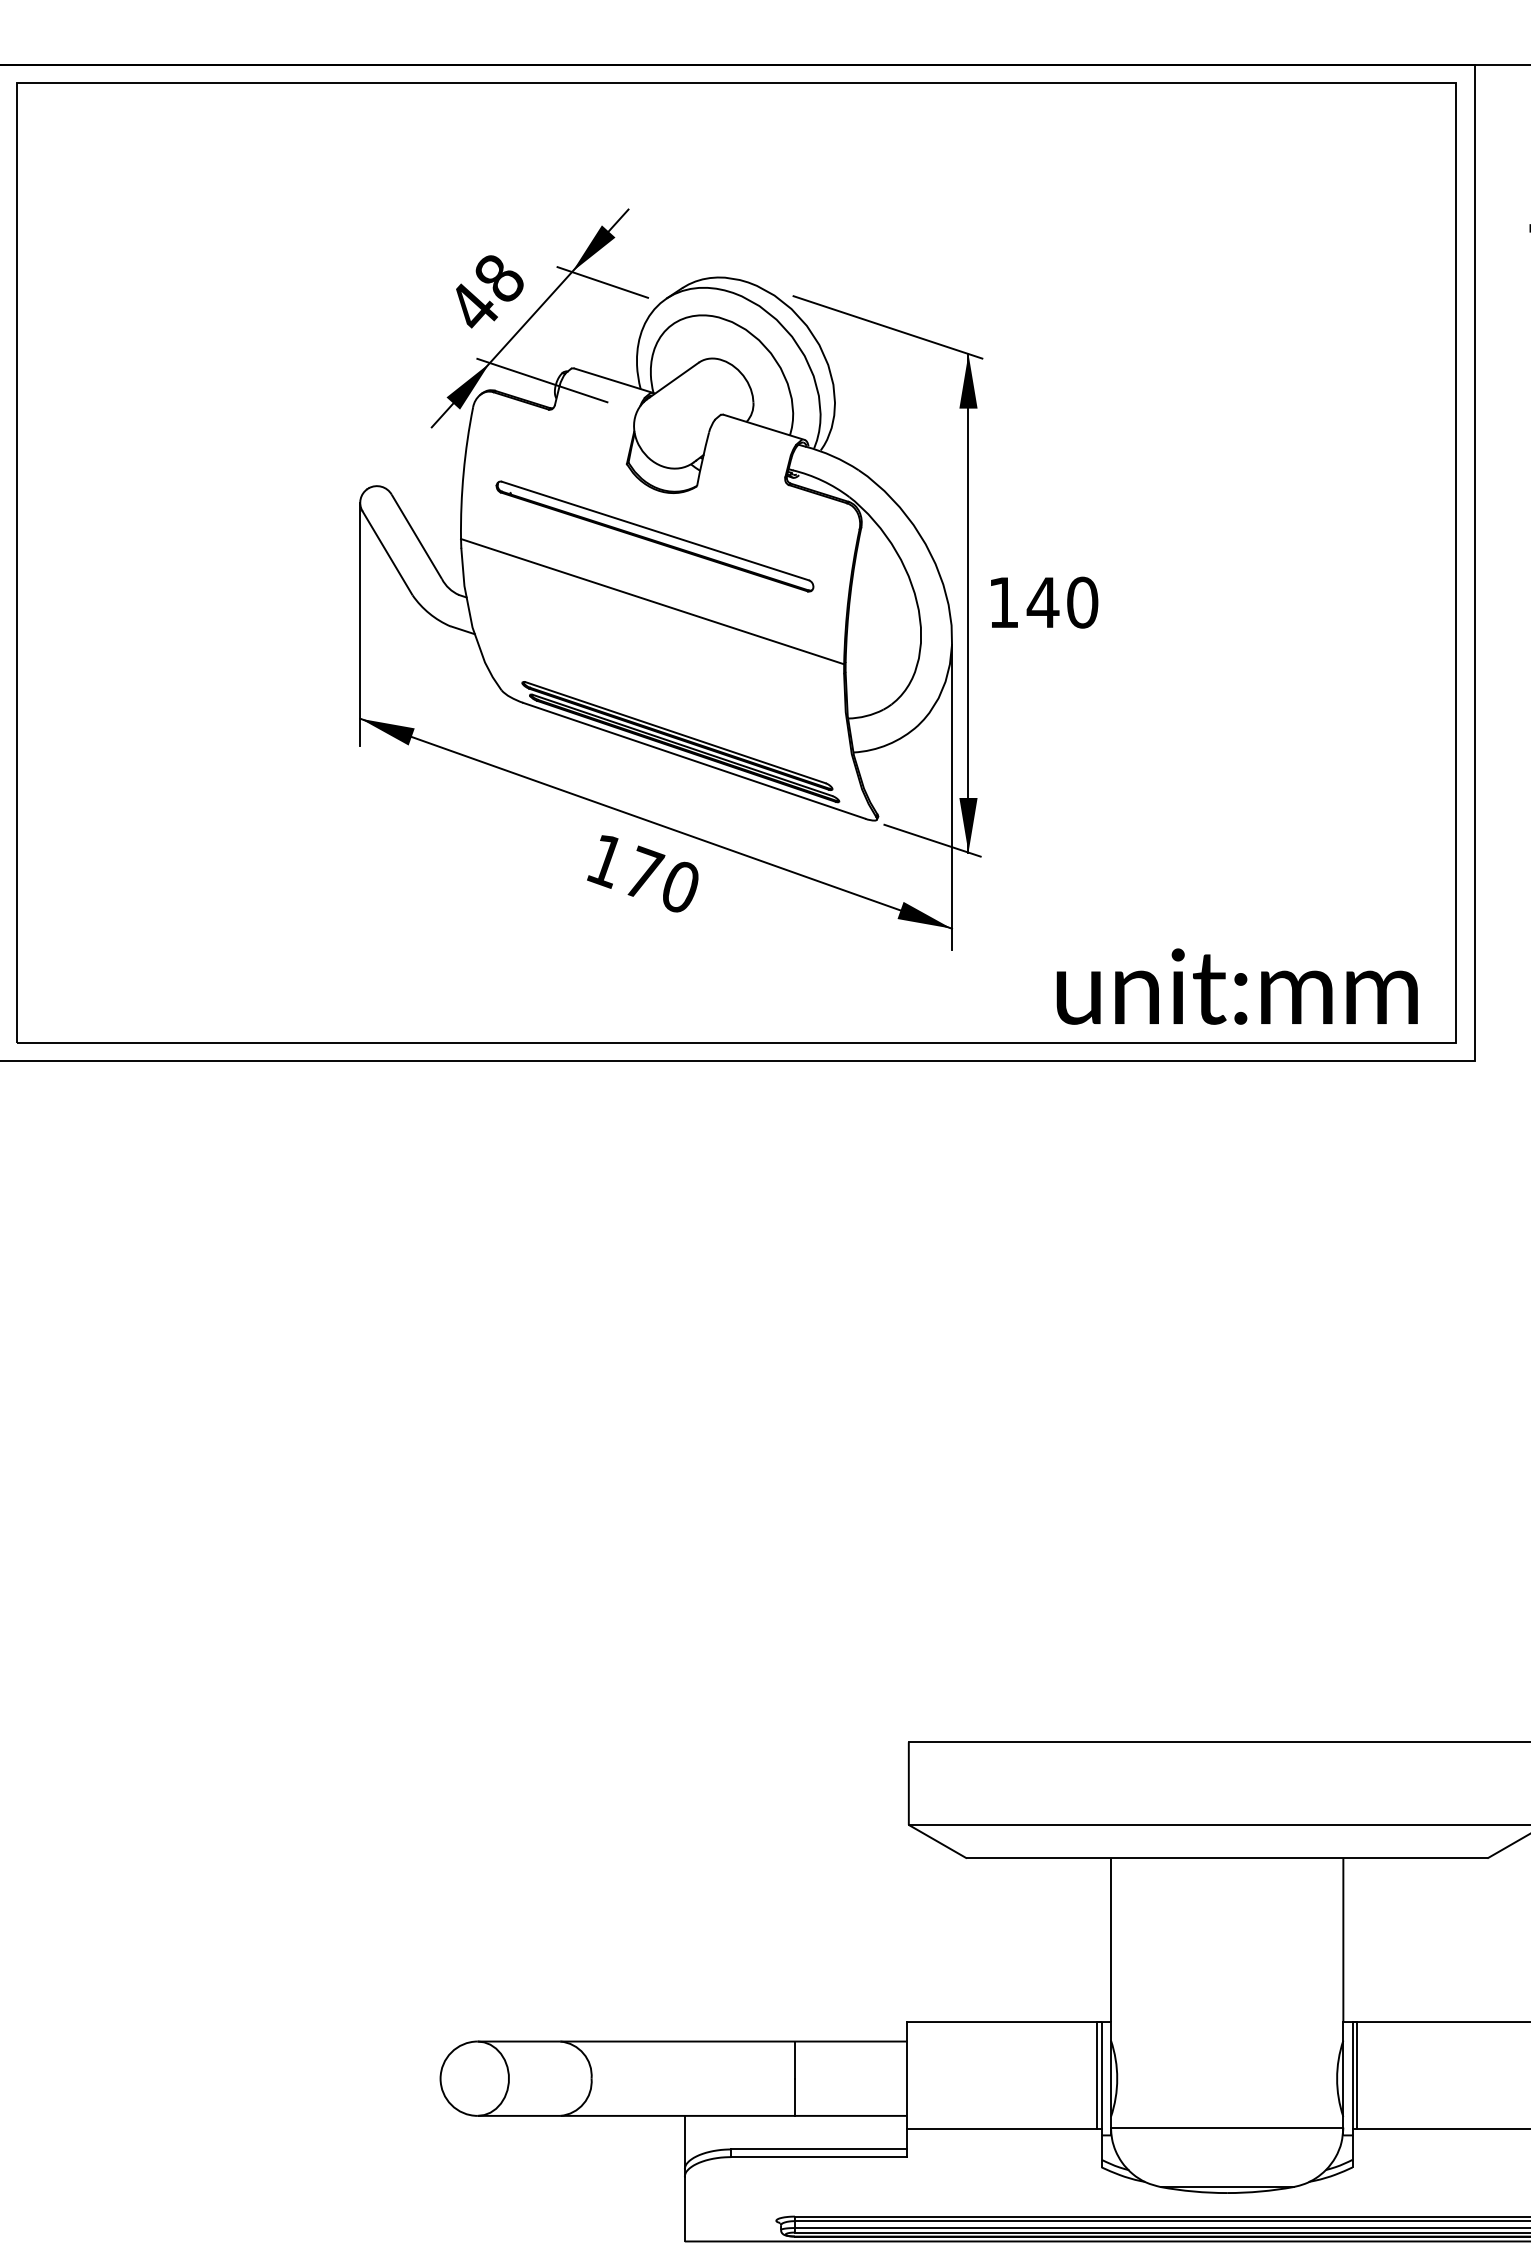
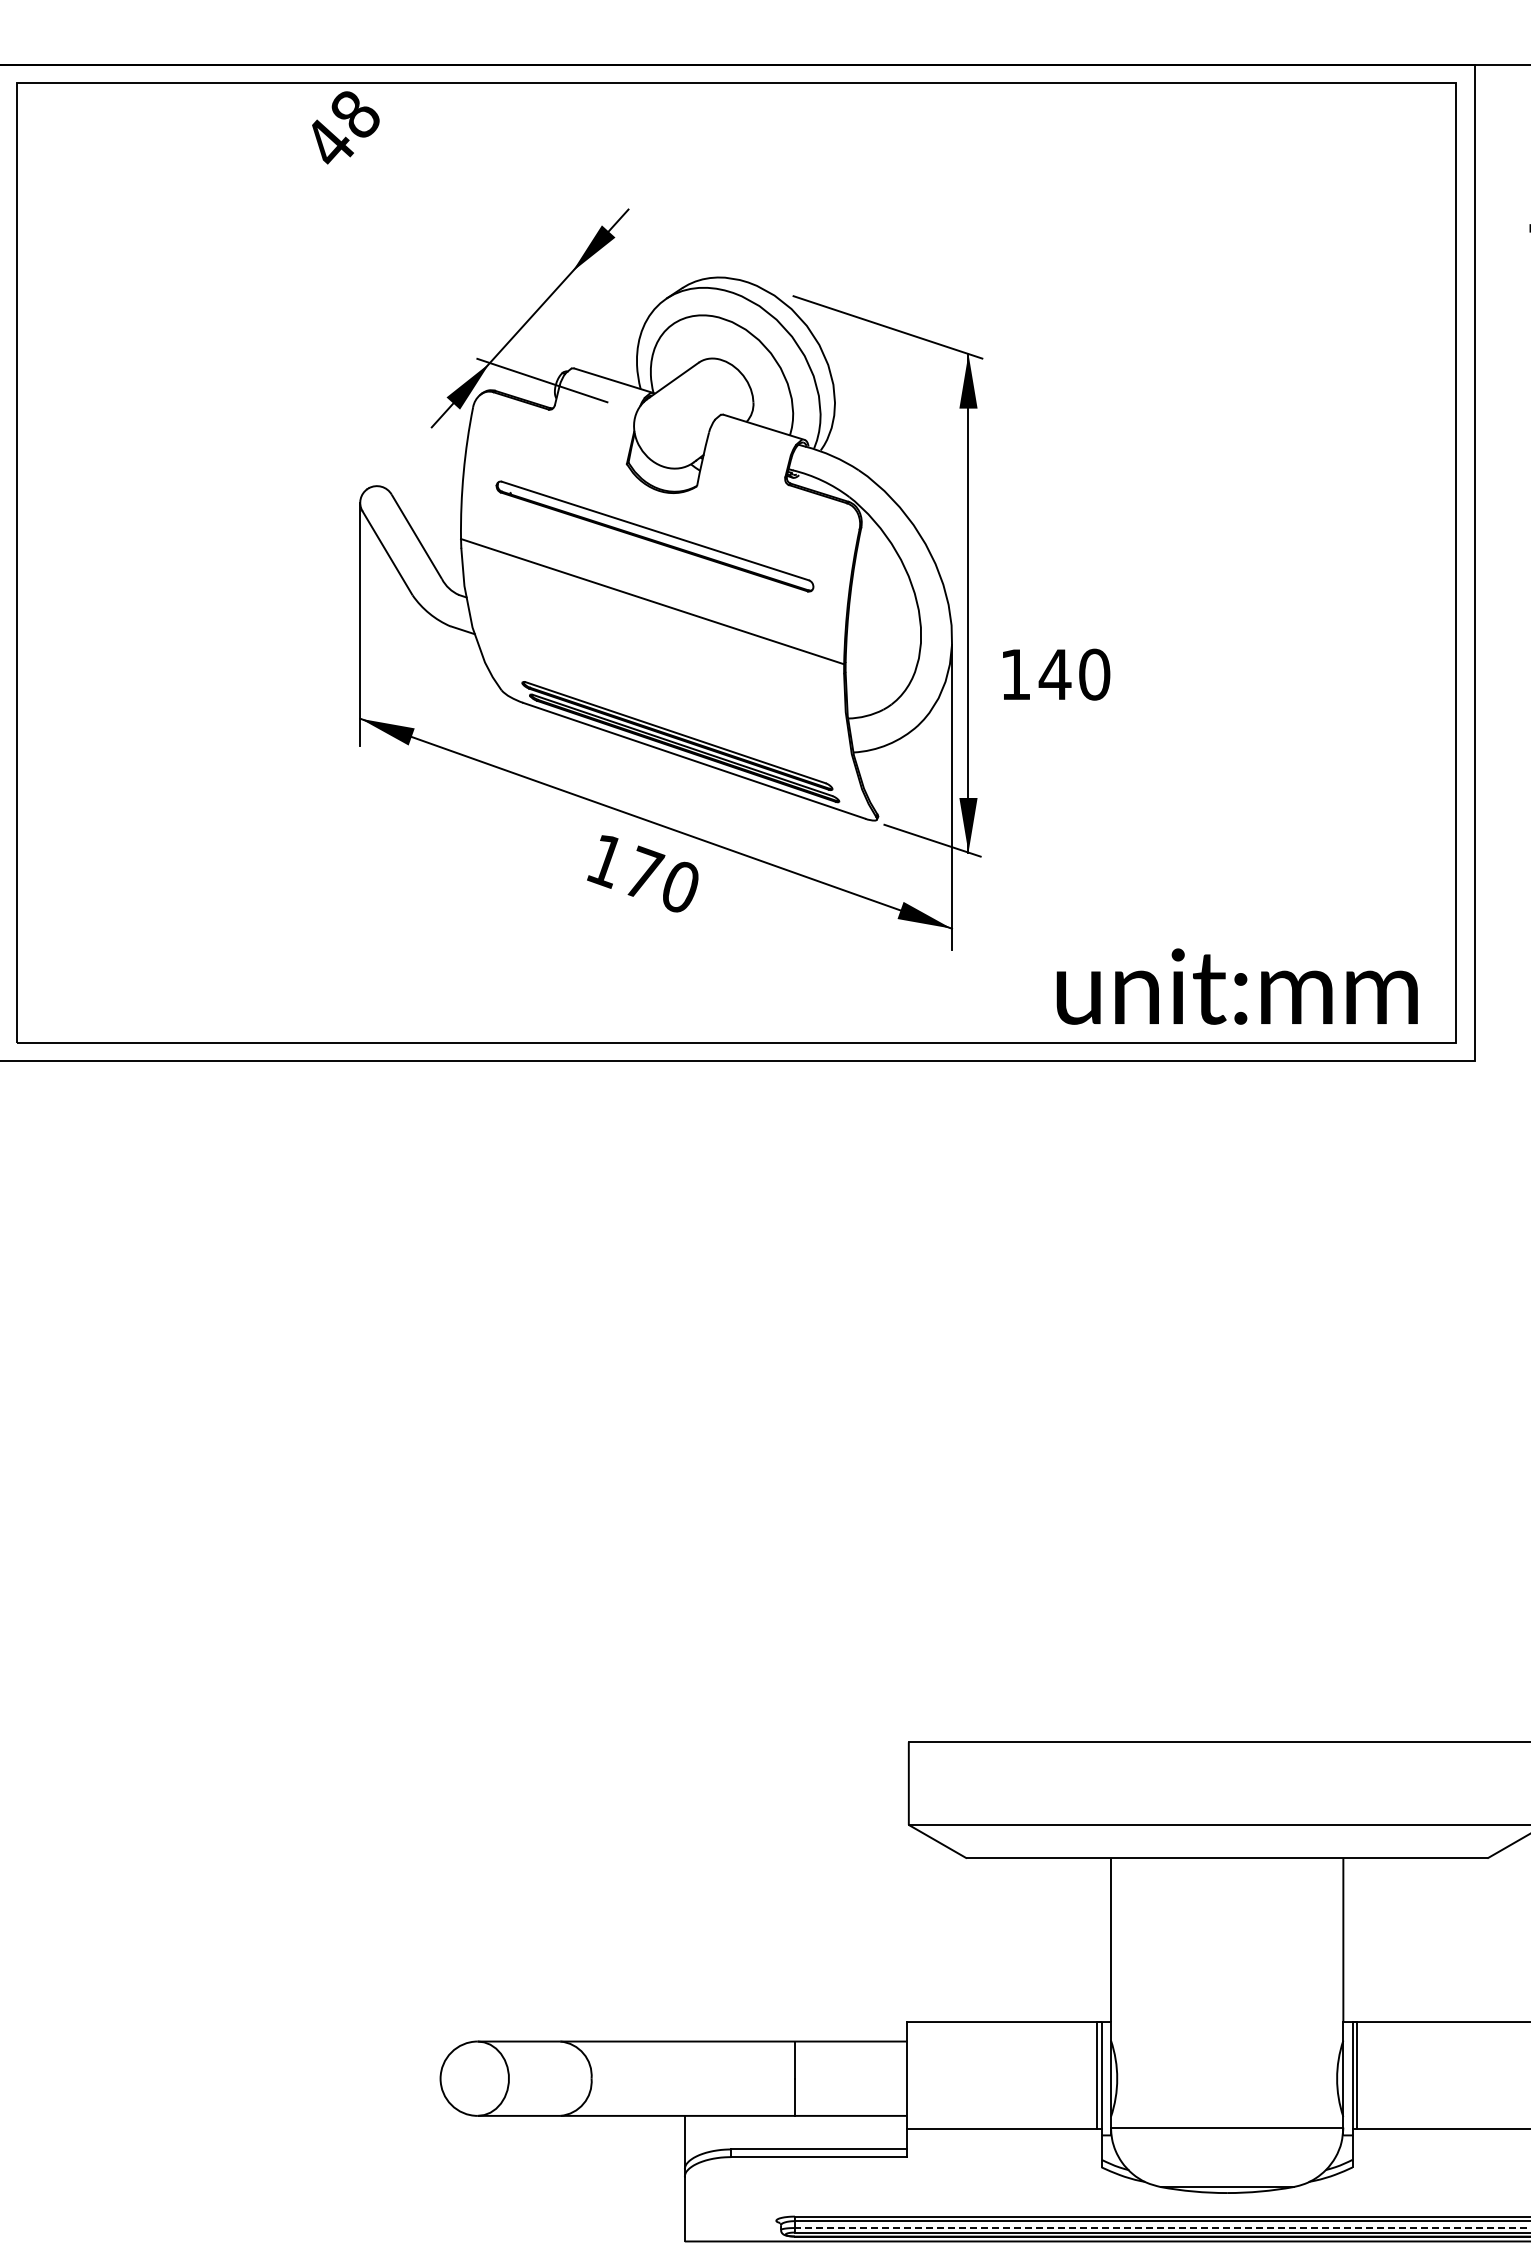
line at (602, 282): present -> none
text at (489, 291) position: (489, 291) -> (345, 127)
text at (1044, 602) position: (1044, 602) -> (1056, 674)
line at (1162, 2228): solid -> dashed
